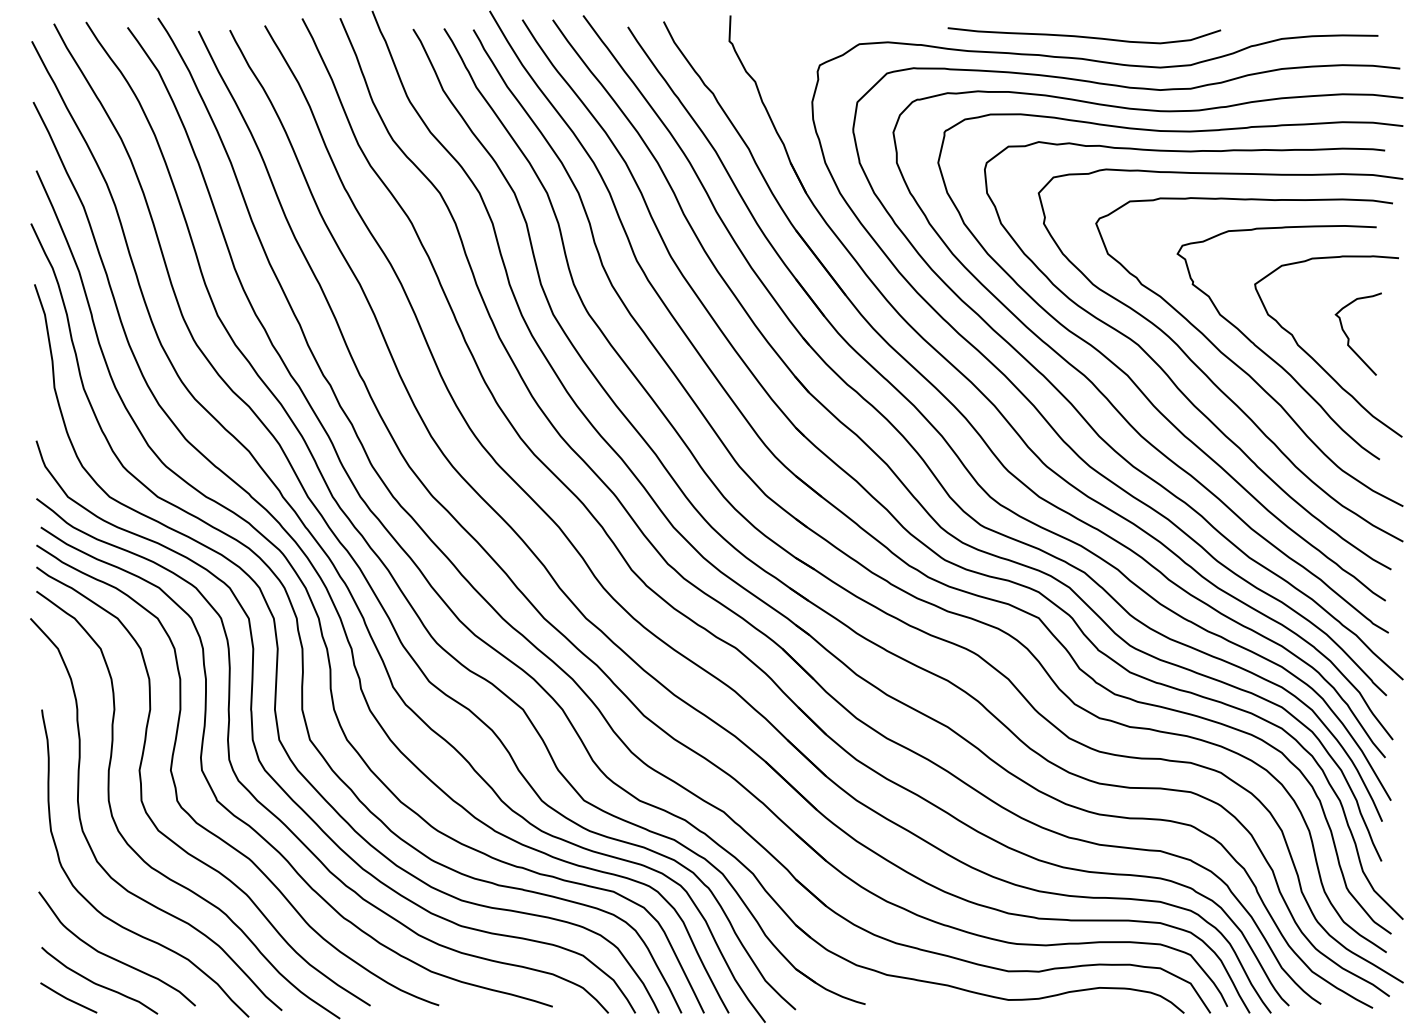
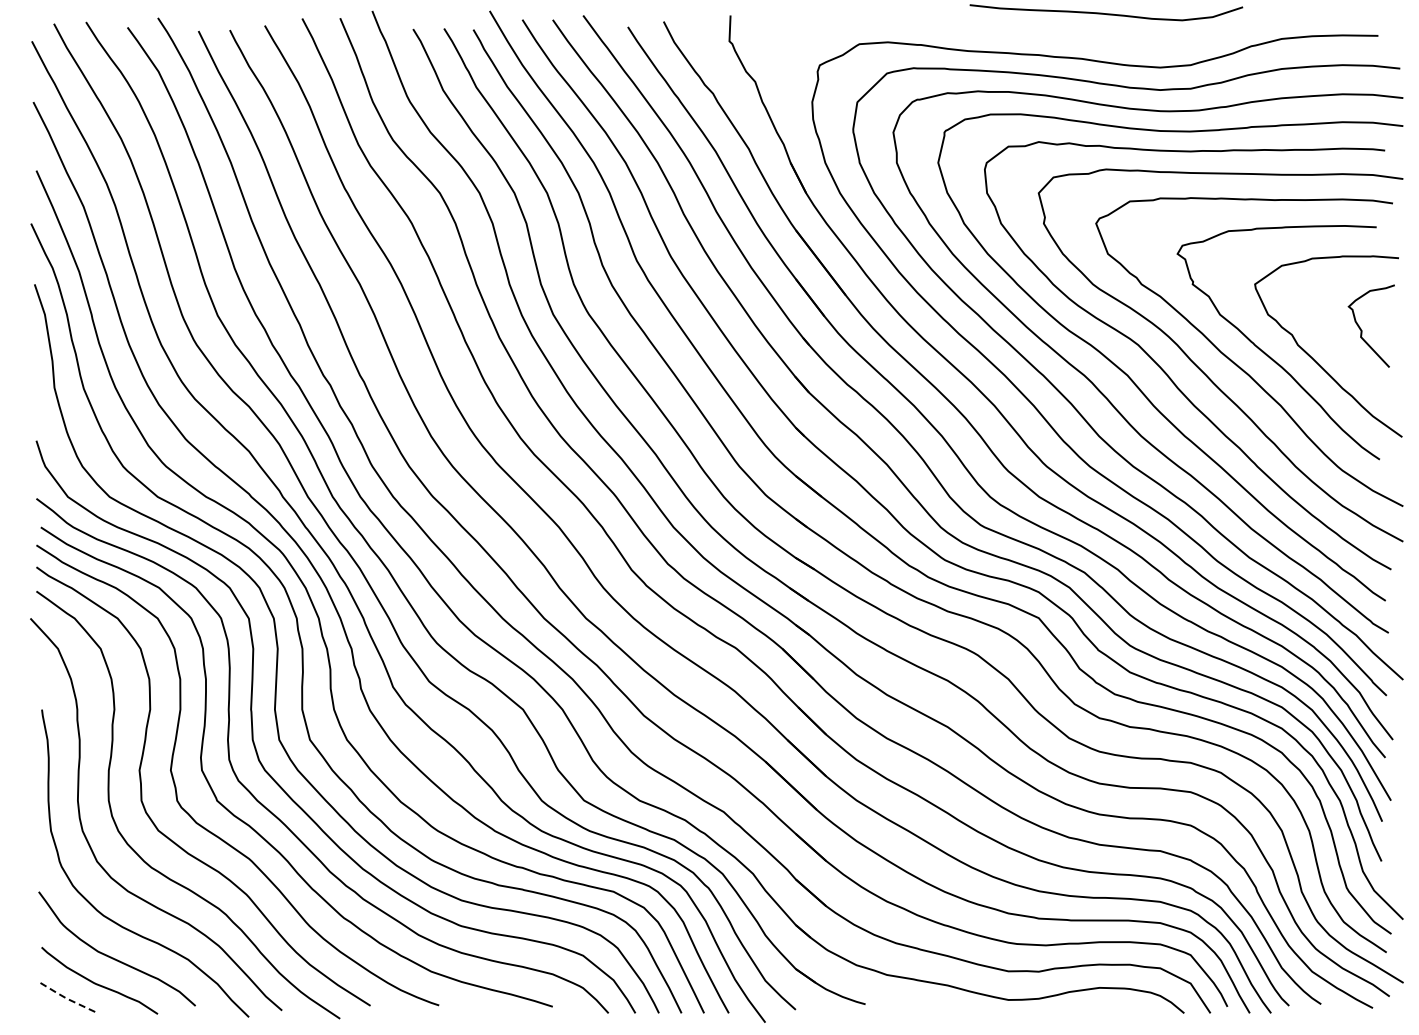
curve at (1084, 36) position: (1084, 36) -> (1106, 13)
curve at (1349, 338) position: (1349, 338) -> (1362, 330)
line at (66, 998): solid -> dashed
